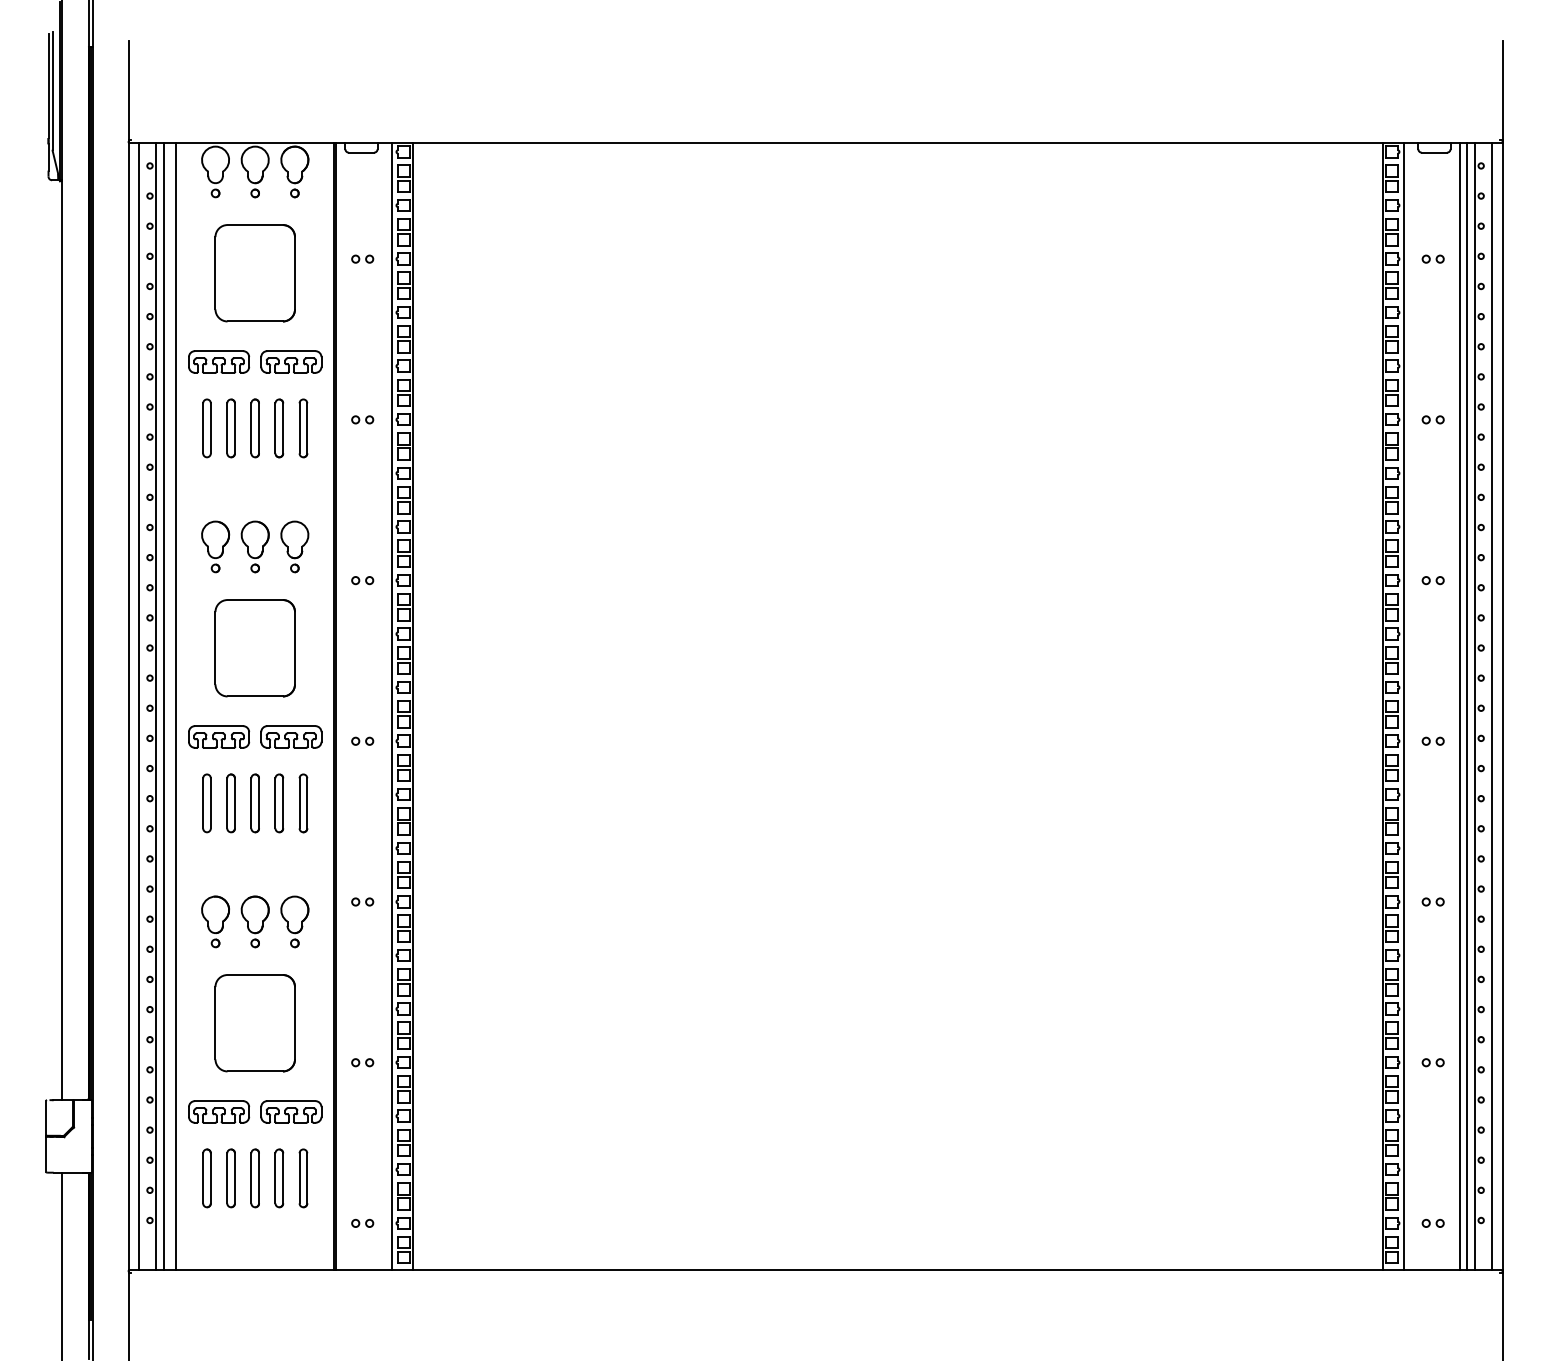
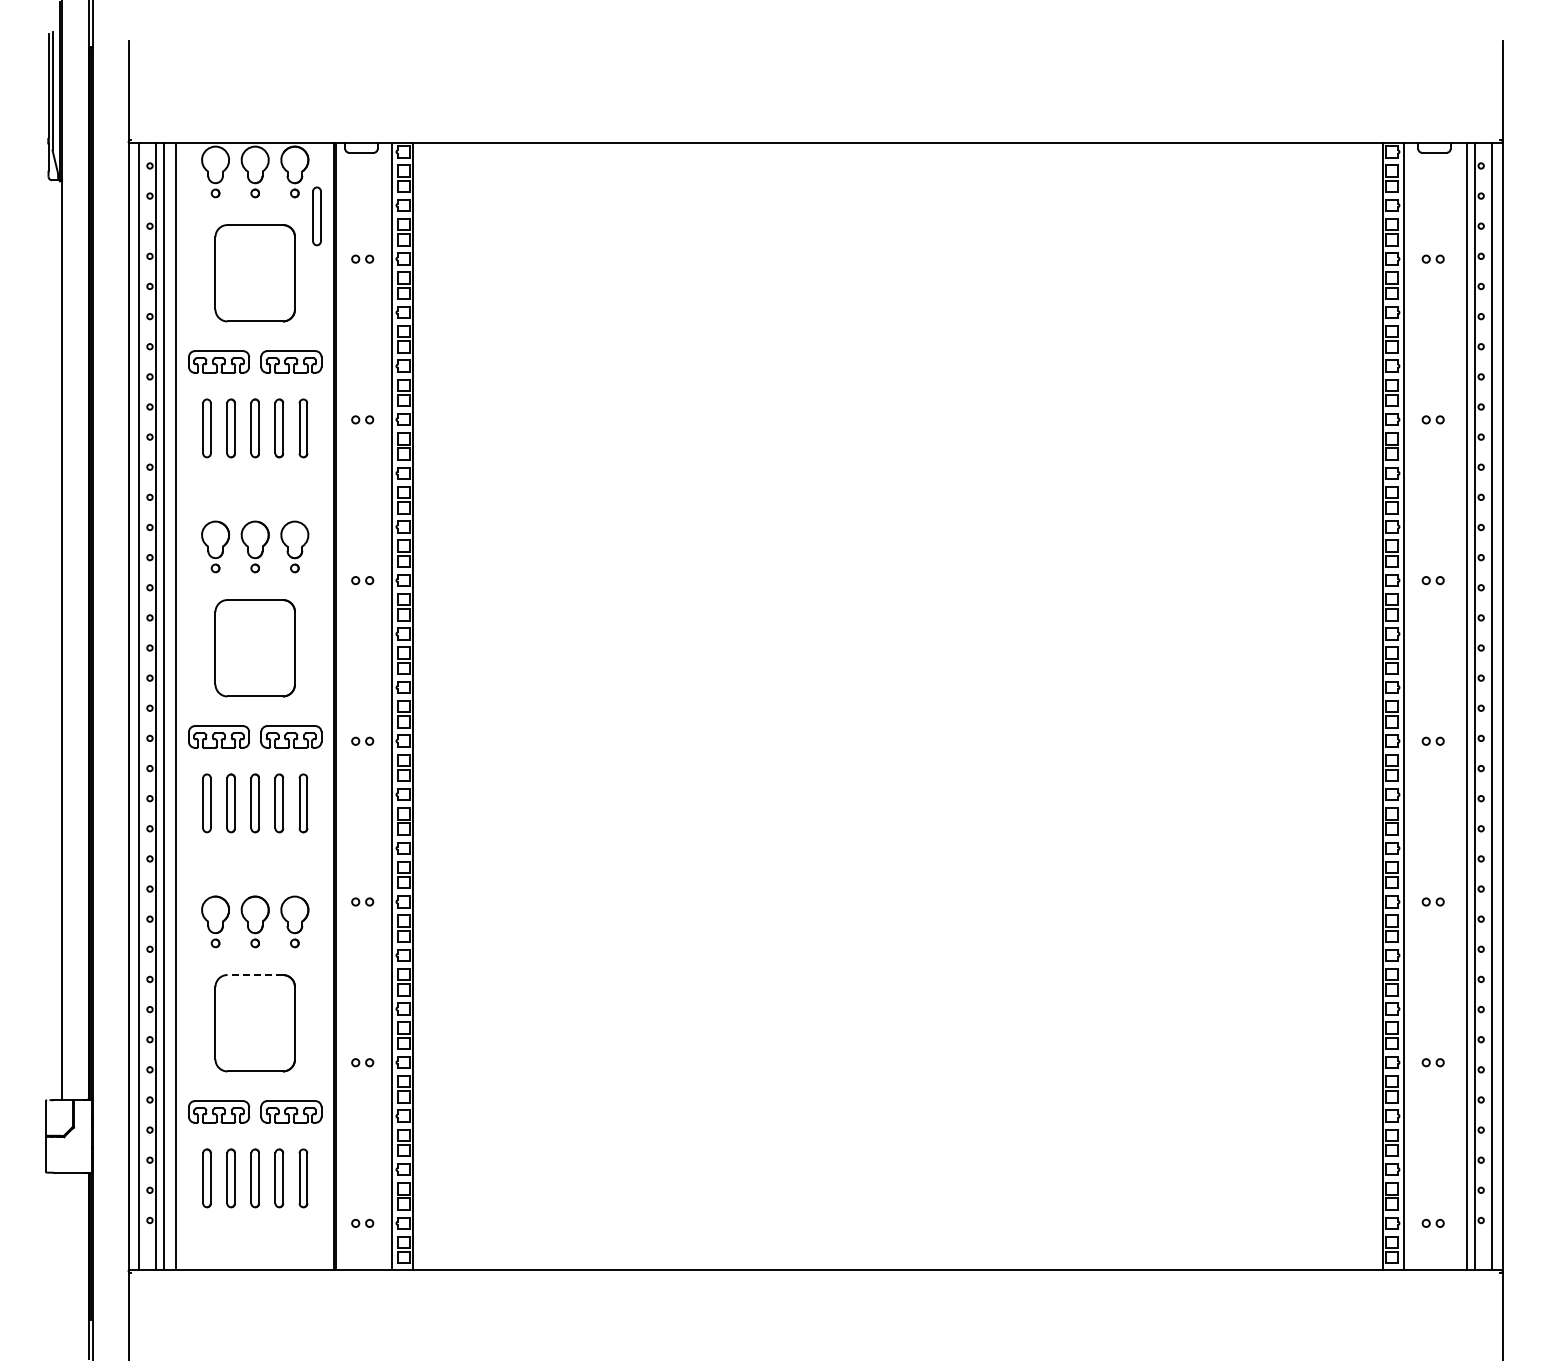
part at (316, 216): none -> present
line at (1459, 706): present -> none
line at (255, 975): solid -> dashed
line at (62, 1264): present -> none
